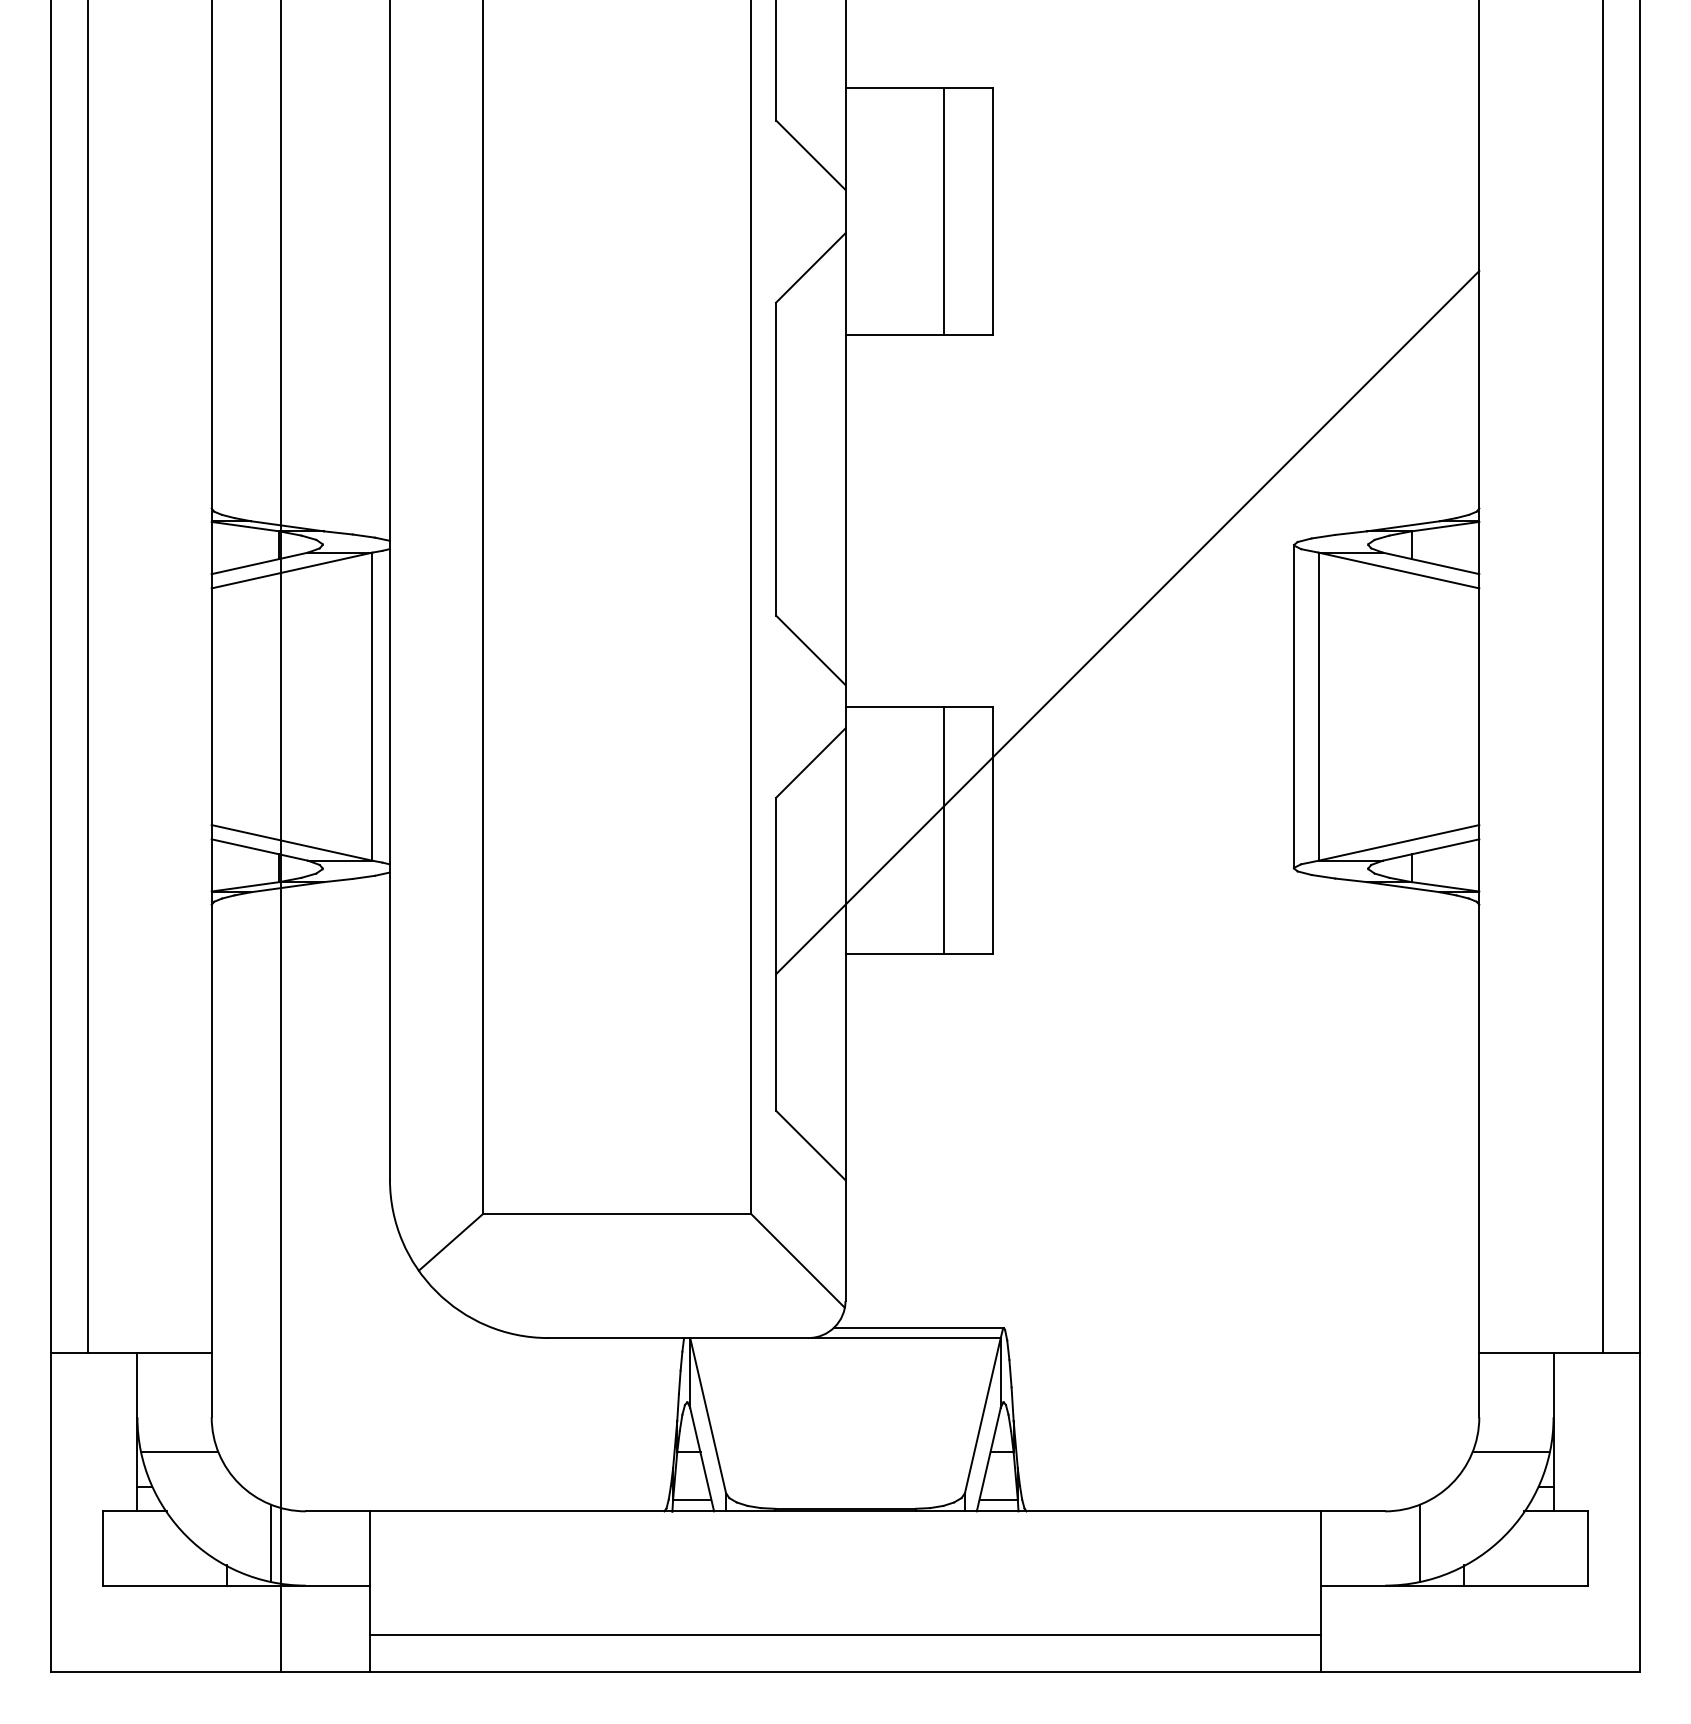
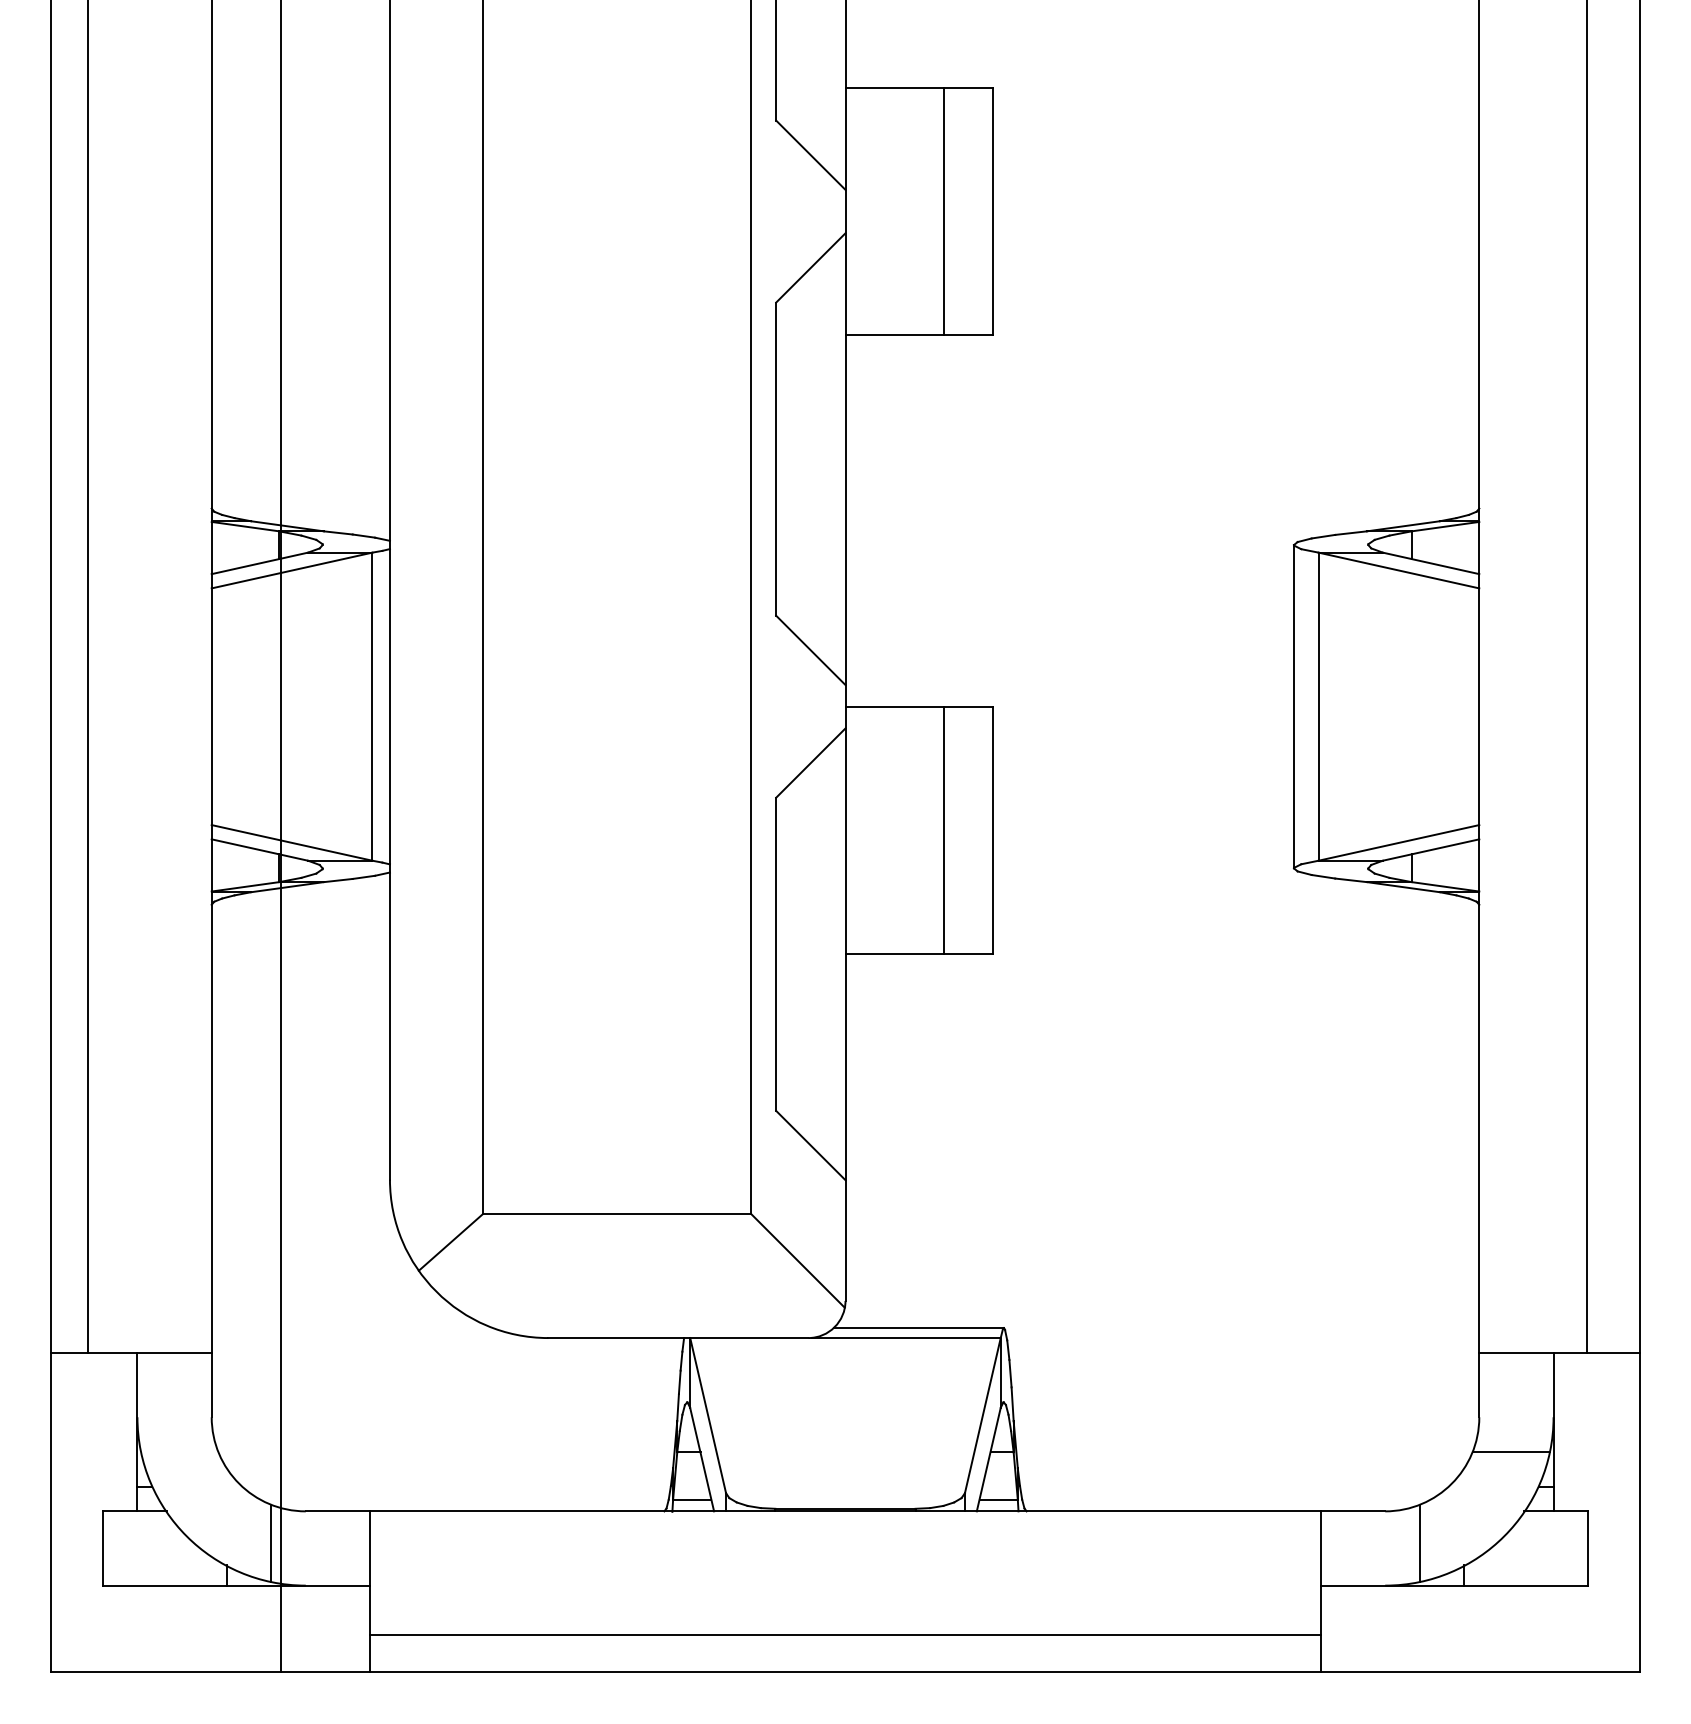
line at (1127, 622): present -> none
line at (1603, 677) position: (1603, 677) -> (1587, 677)
line at (179, 1451): present -> none
